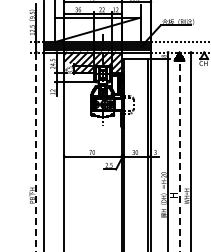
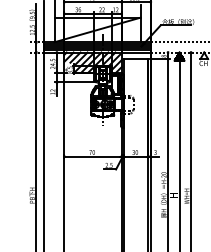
line at (36, 152): dashed -> solid
line at (179, 152): dashed -> solid
